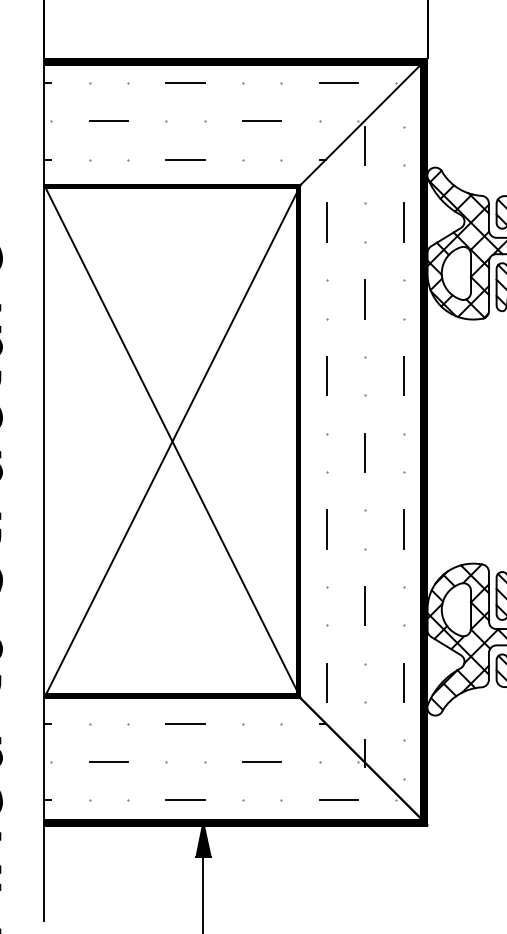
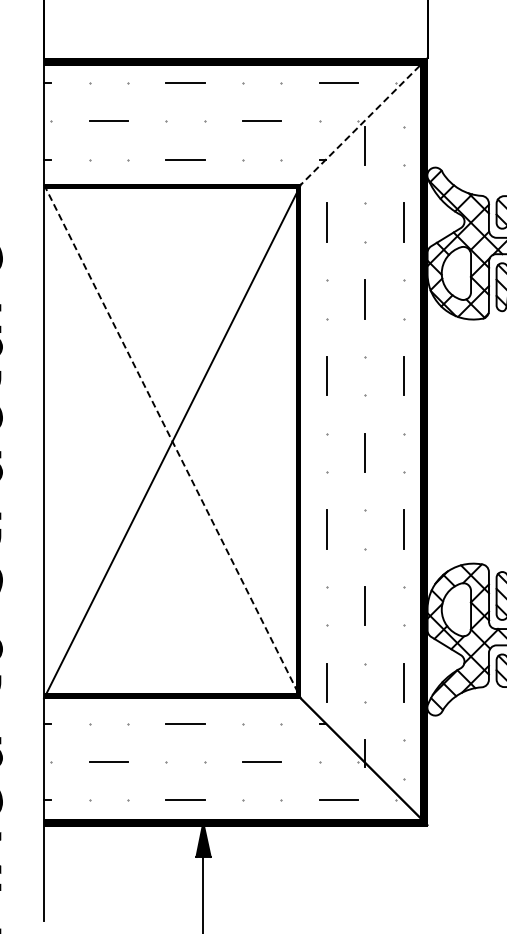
line at (363, 121): solid -> dashed
line at (172, 442): solid -> dashed
